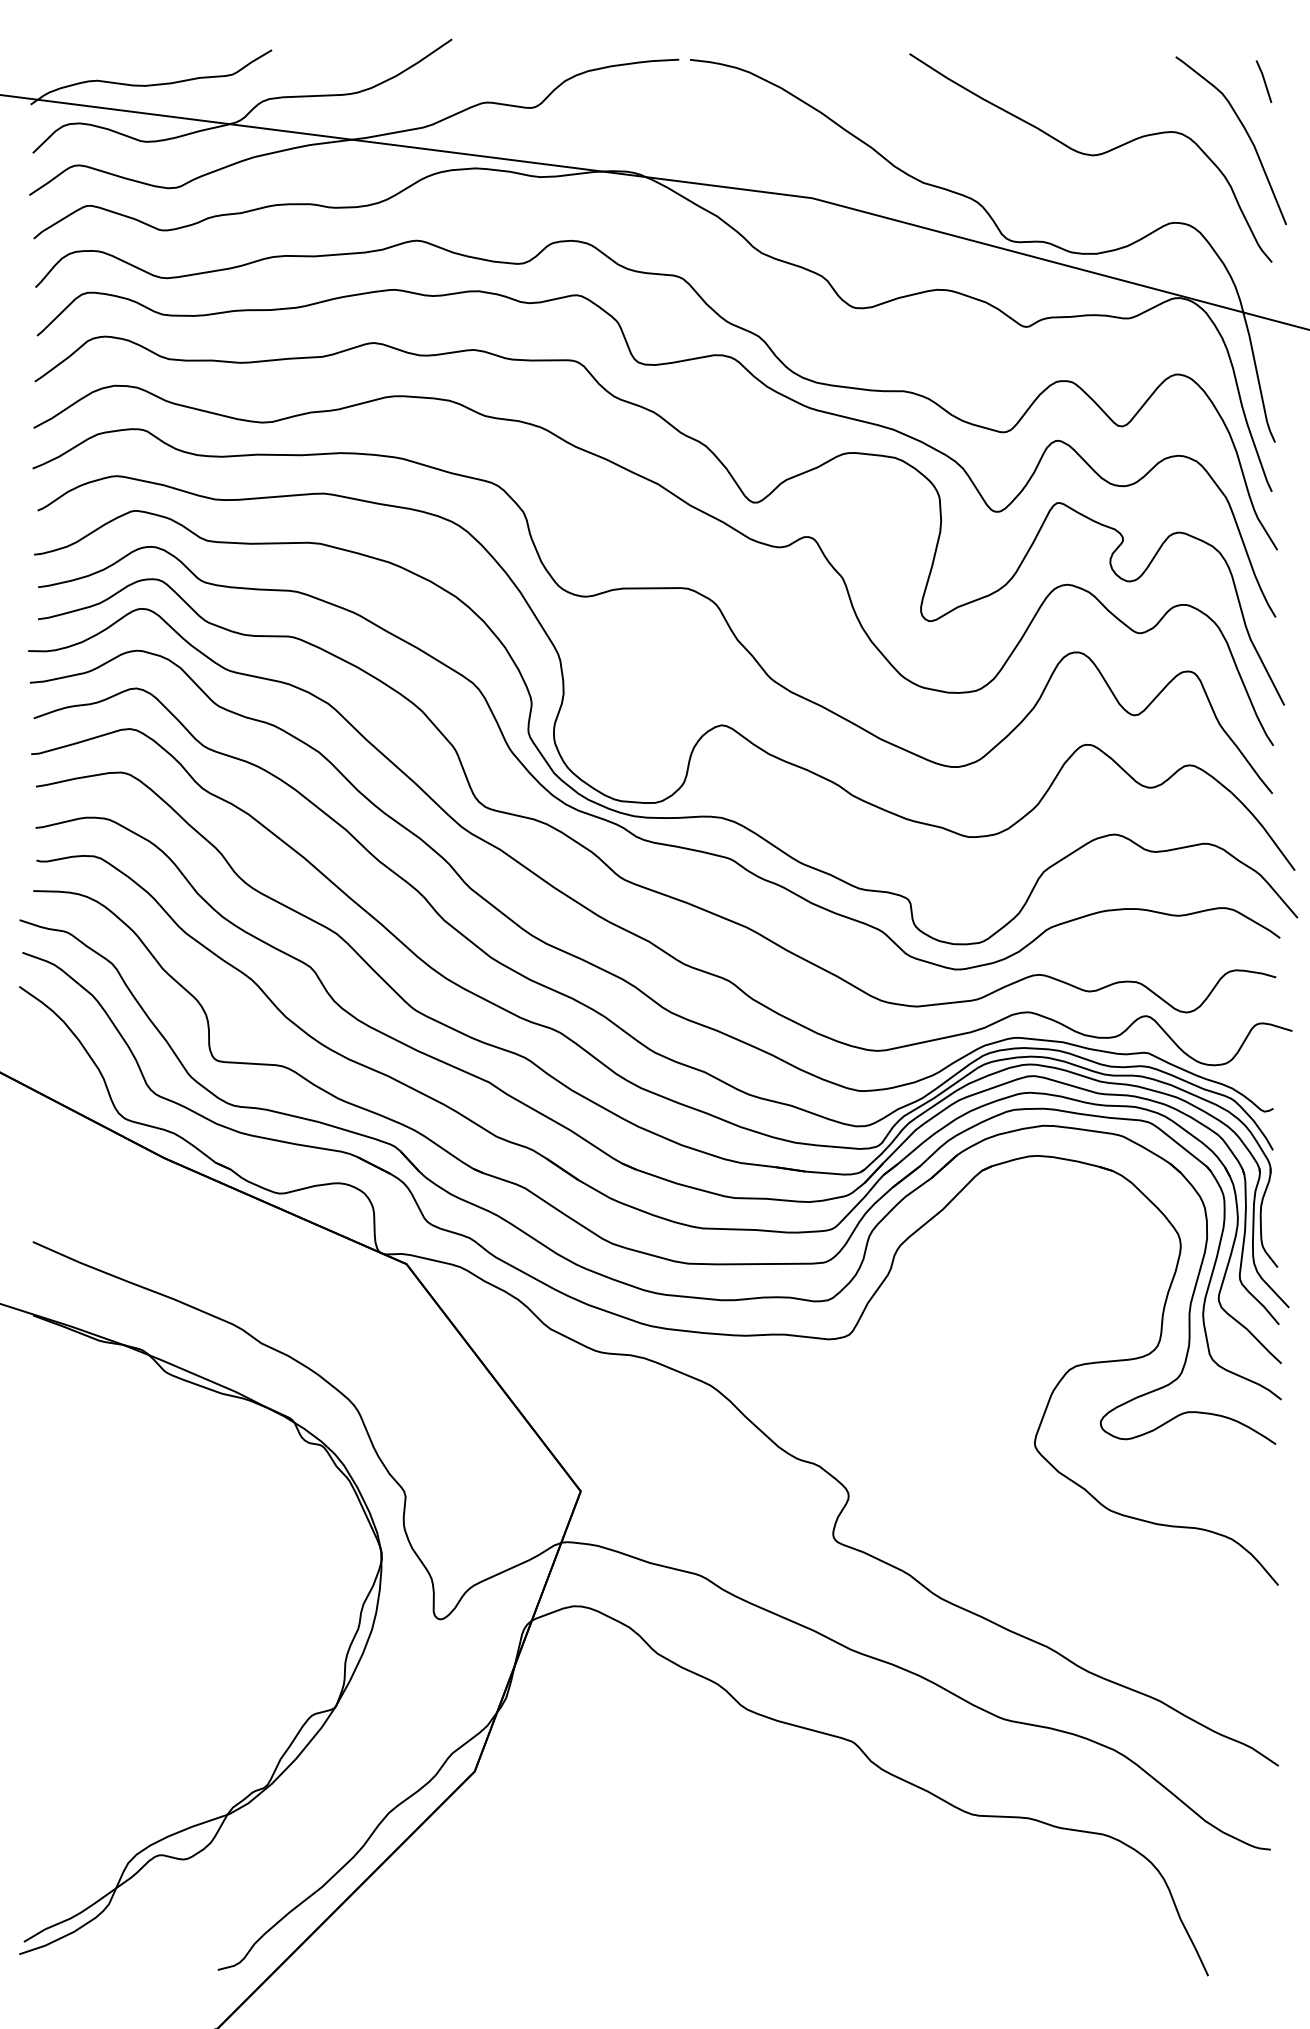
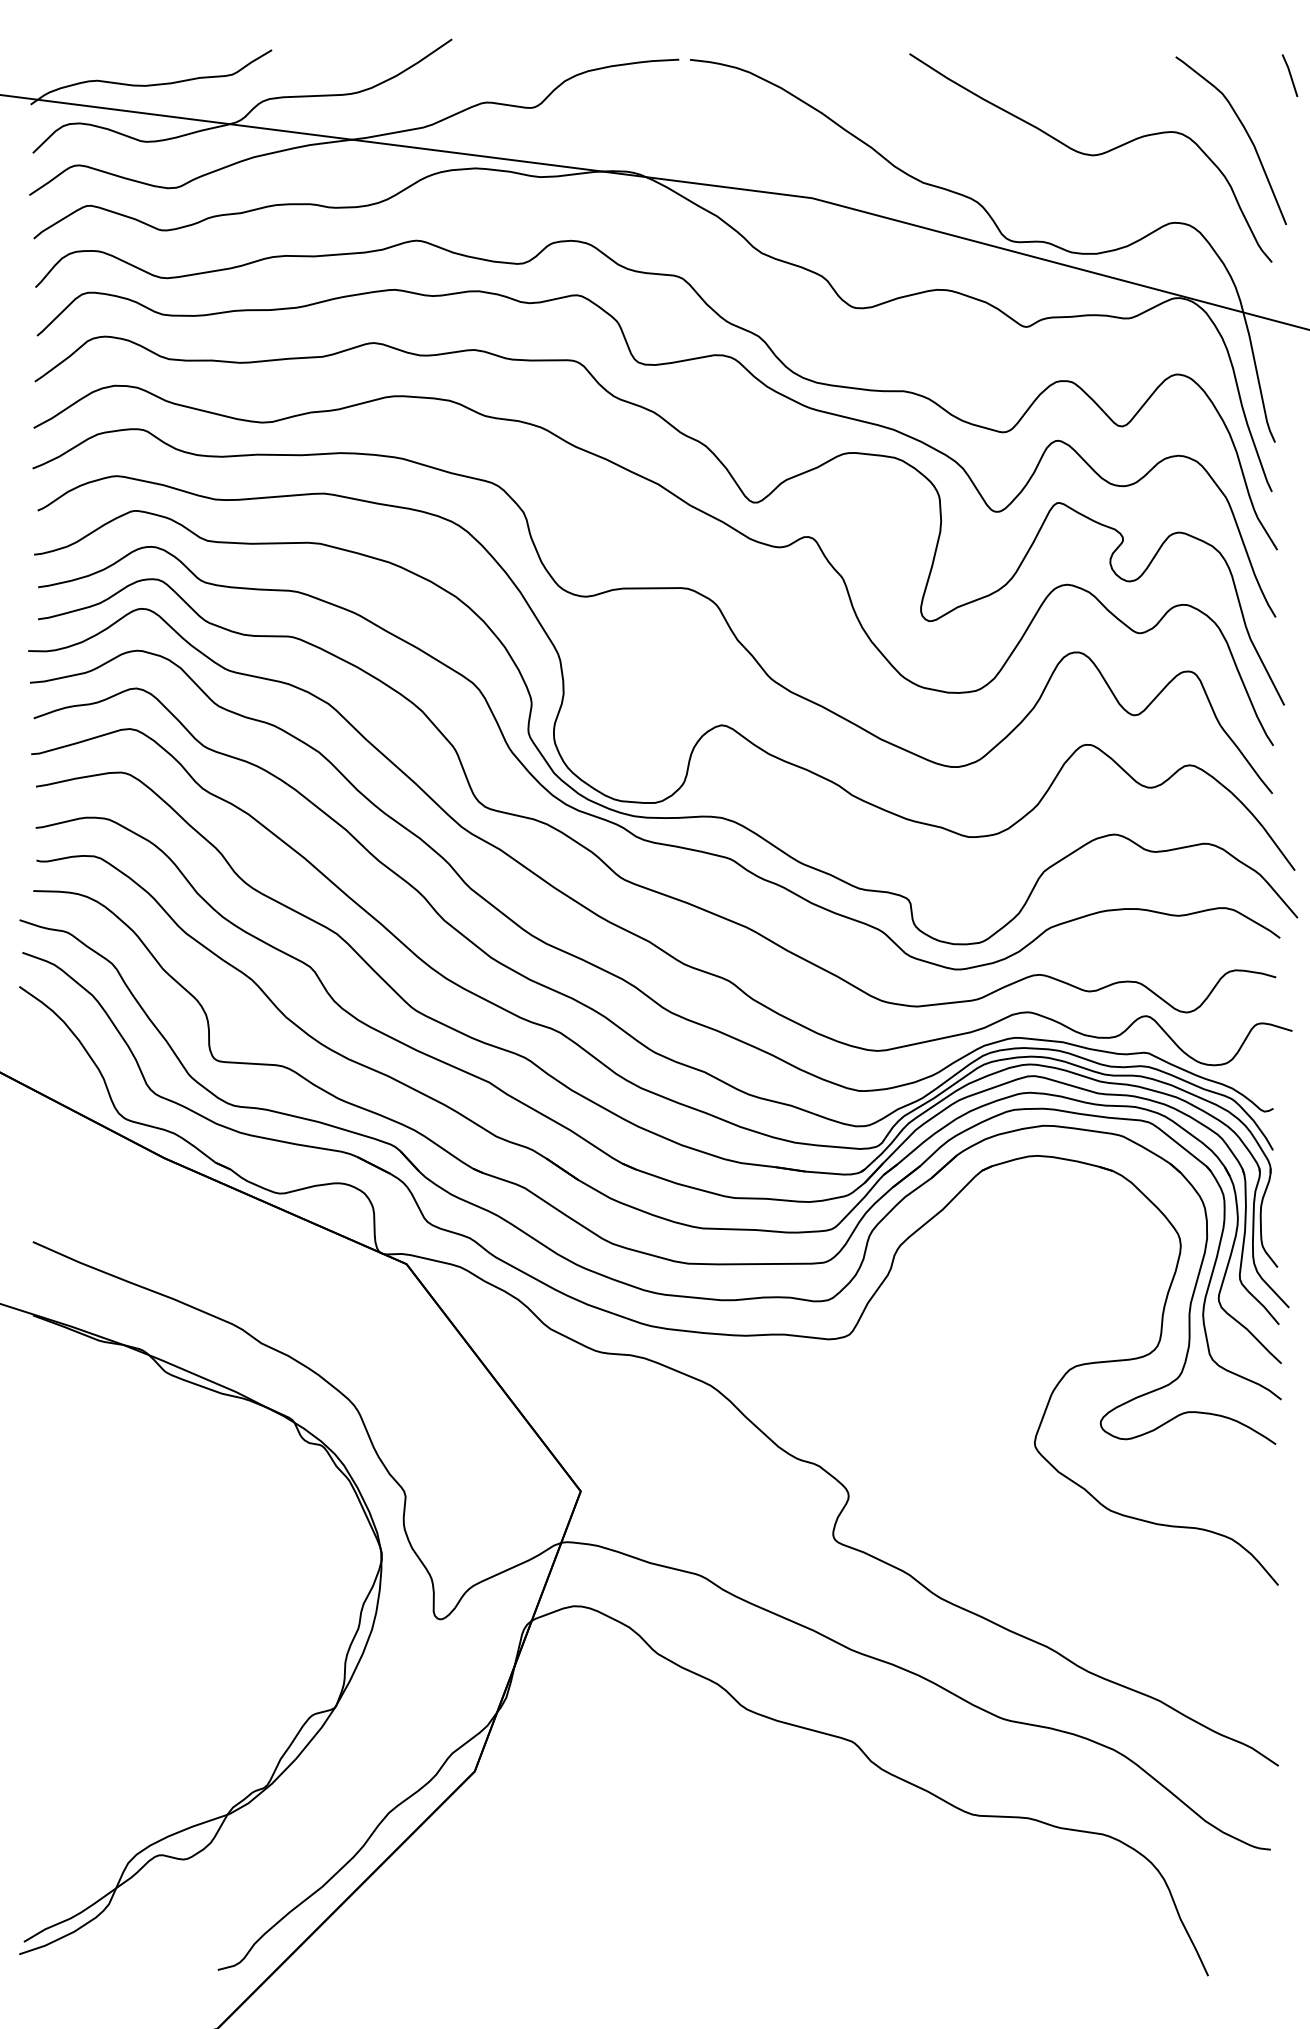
line at (1263, 81) position: (1263, 81) -> (1289, 75)
